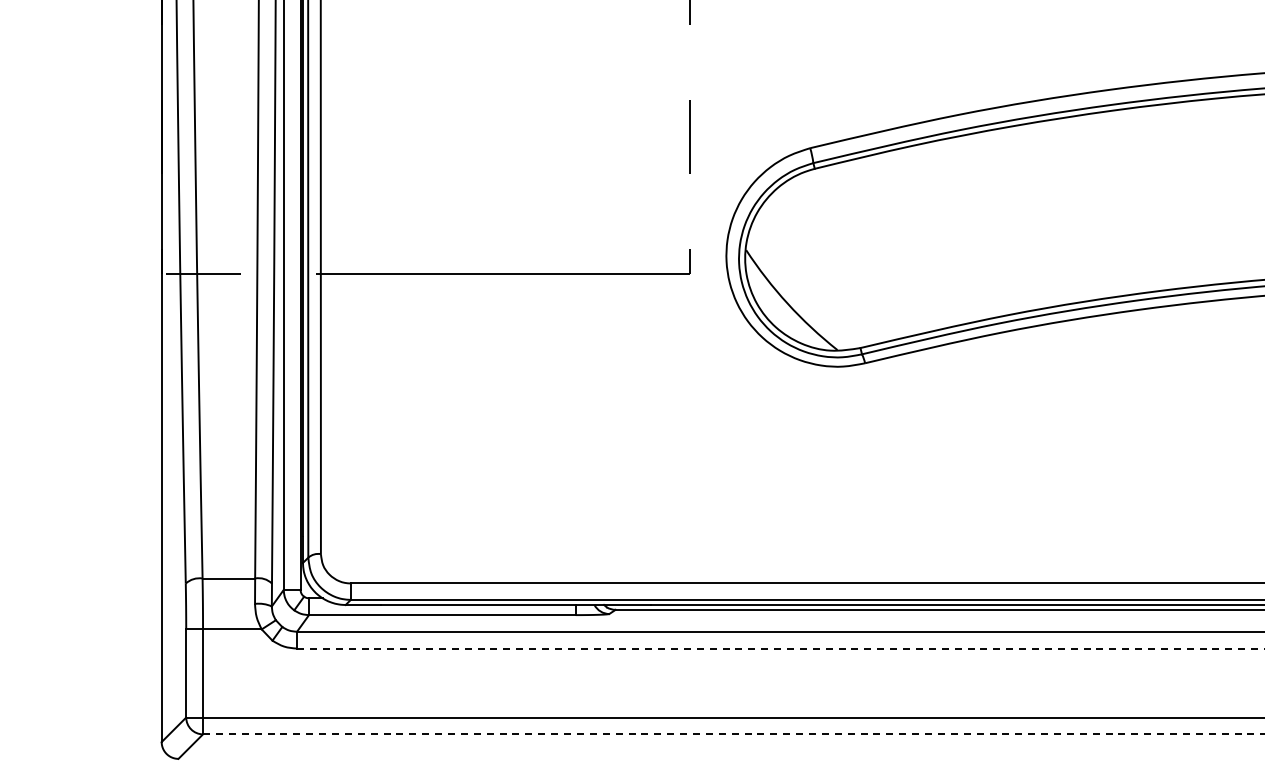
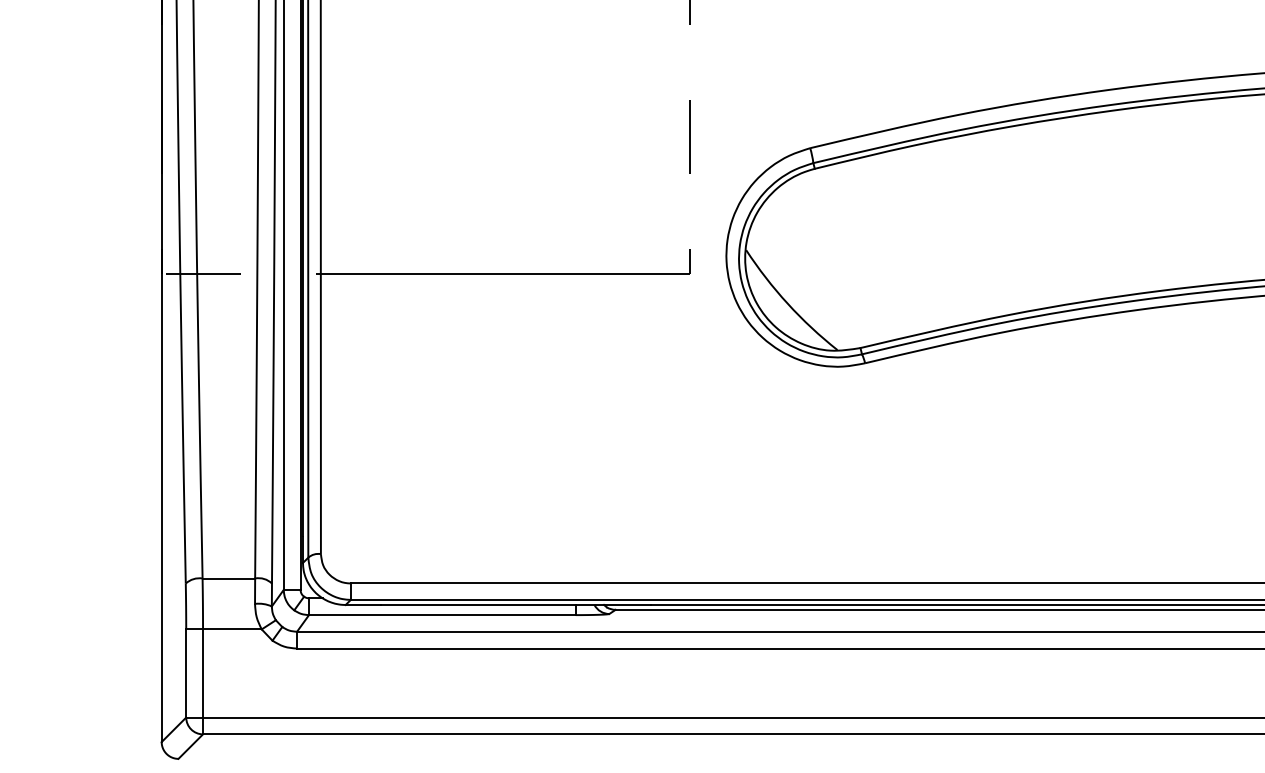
line at (780, 648): dashed -> solid
line at (733, 734): dashed -> solid
